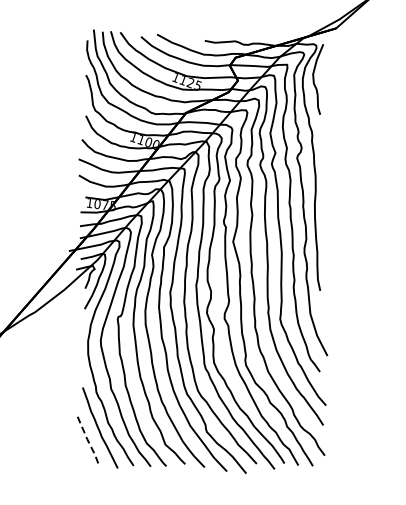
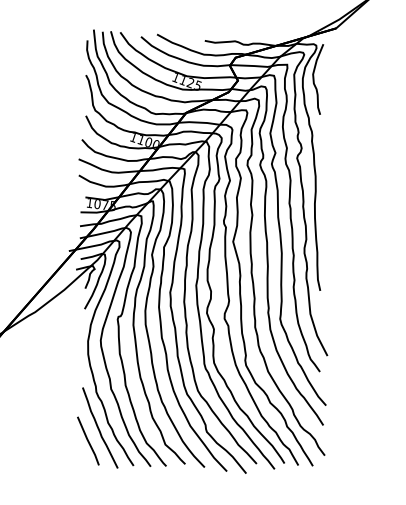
line at (88, 441): dashed -> solid
